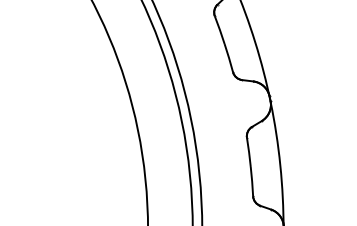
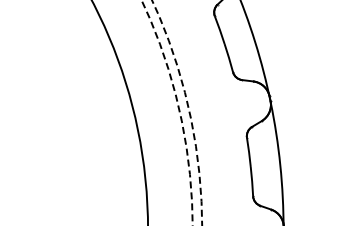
circle at (166, 112): solid -> dashed
circle at (177, 112): solid -> dashed
